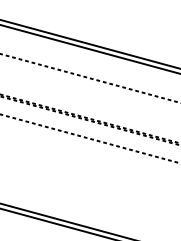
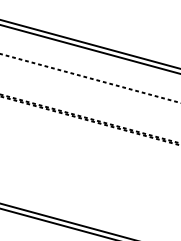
line at (89, 138): present -> none
